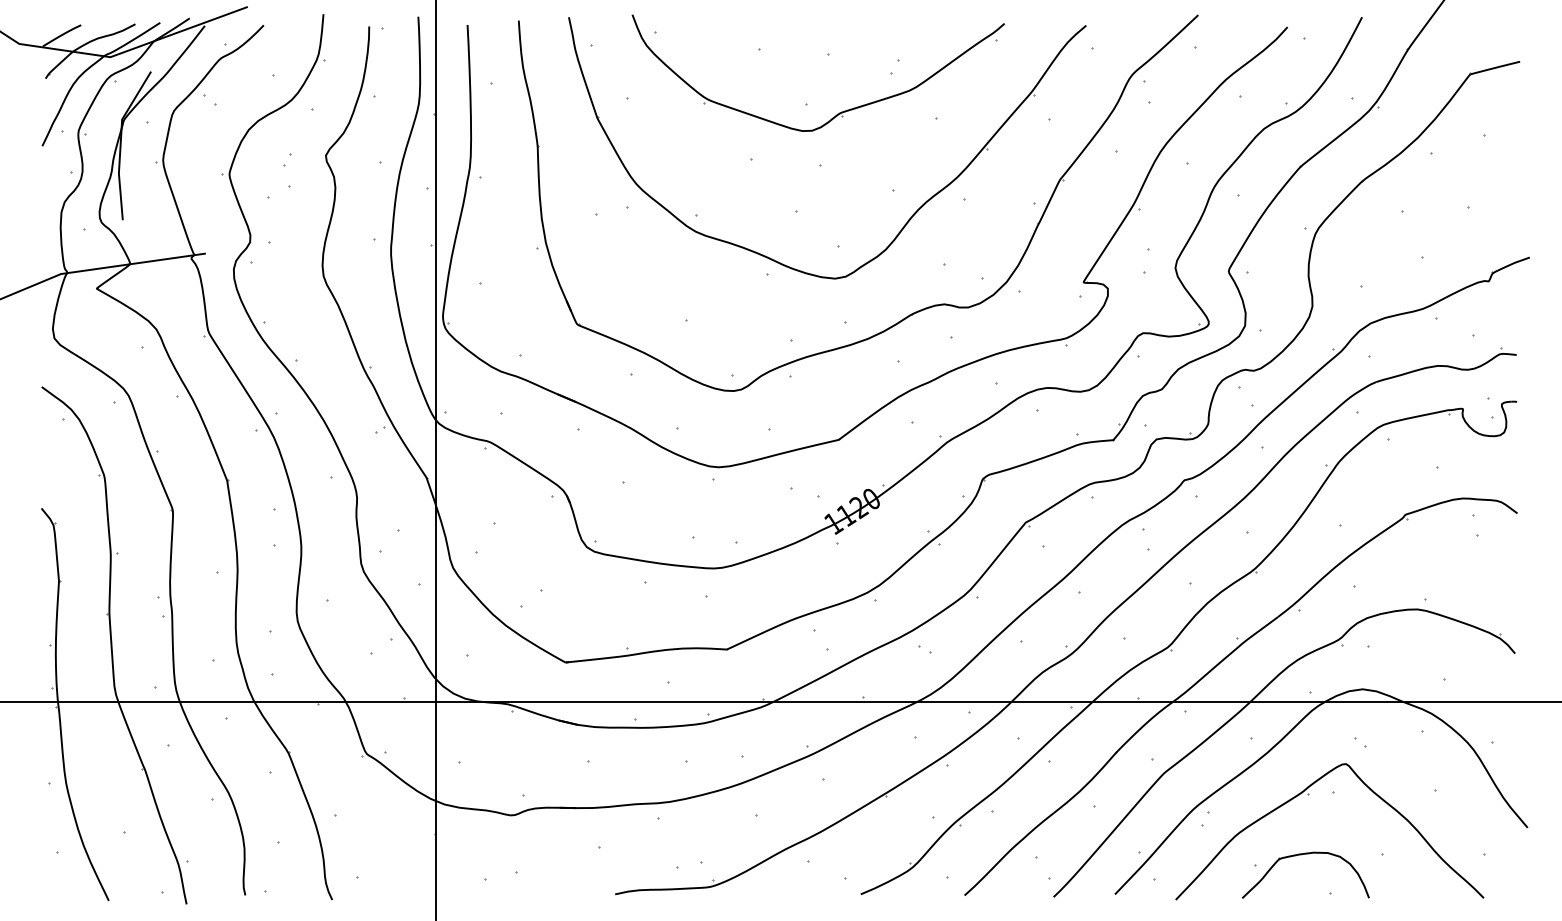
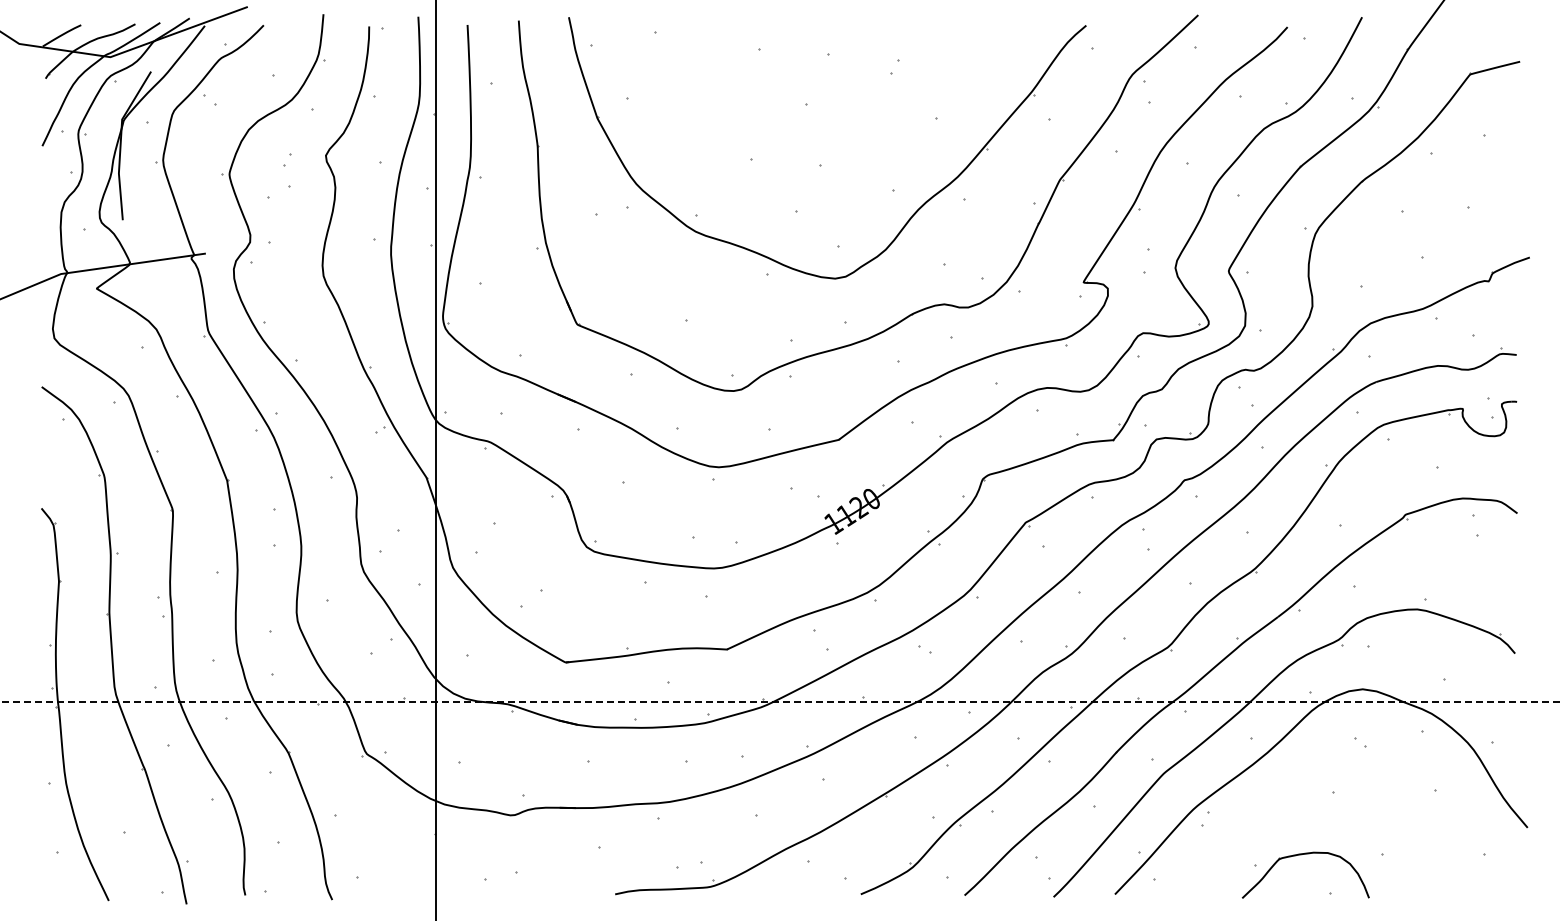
part at (837, 113): present -> none
line at (781, 702): solid -> dashed
part at (1308, 795): present -> none
